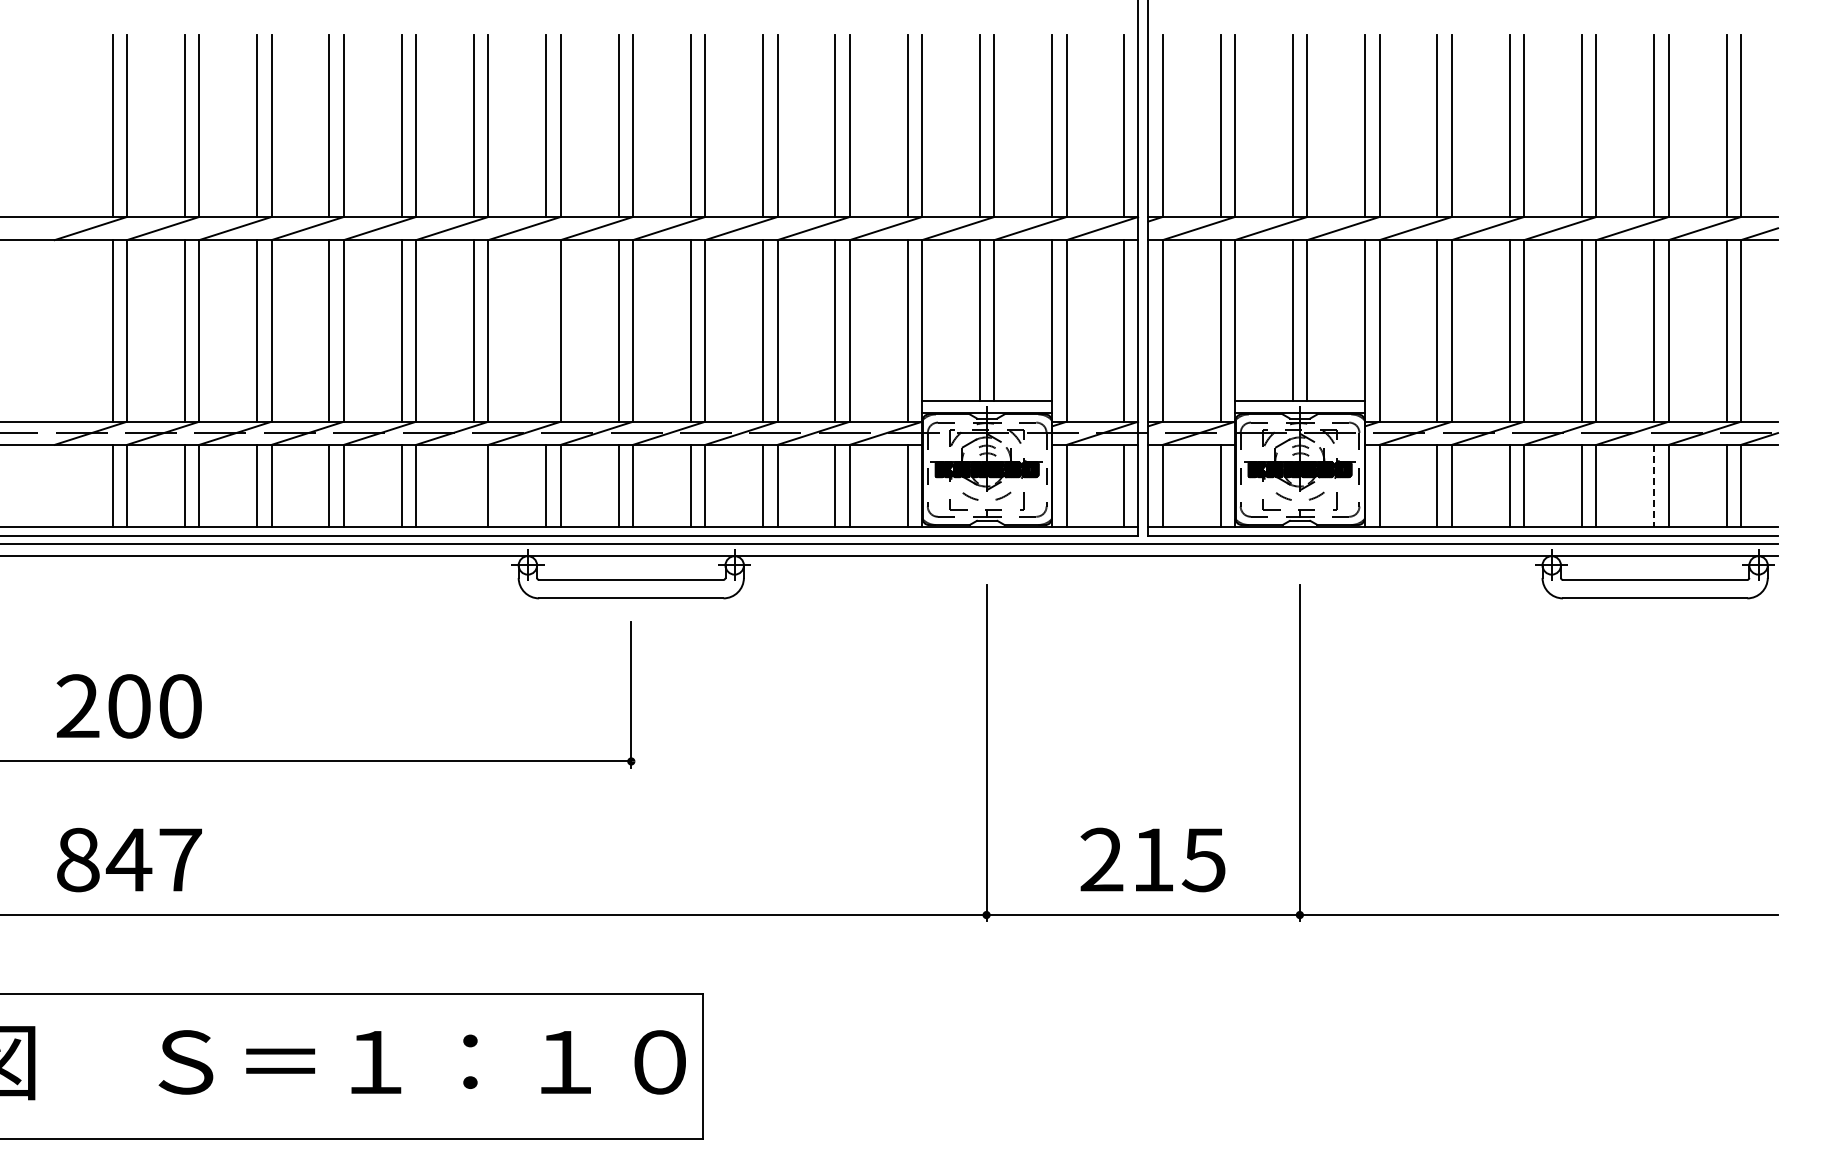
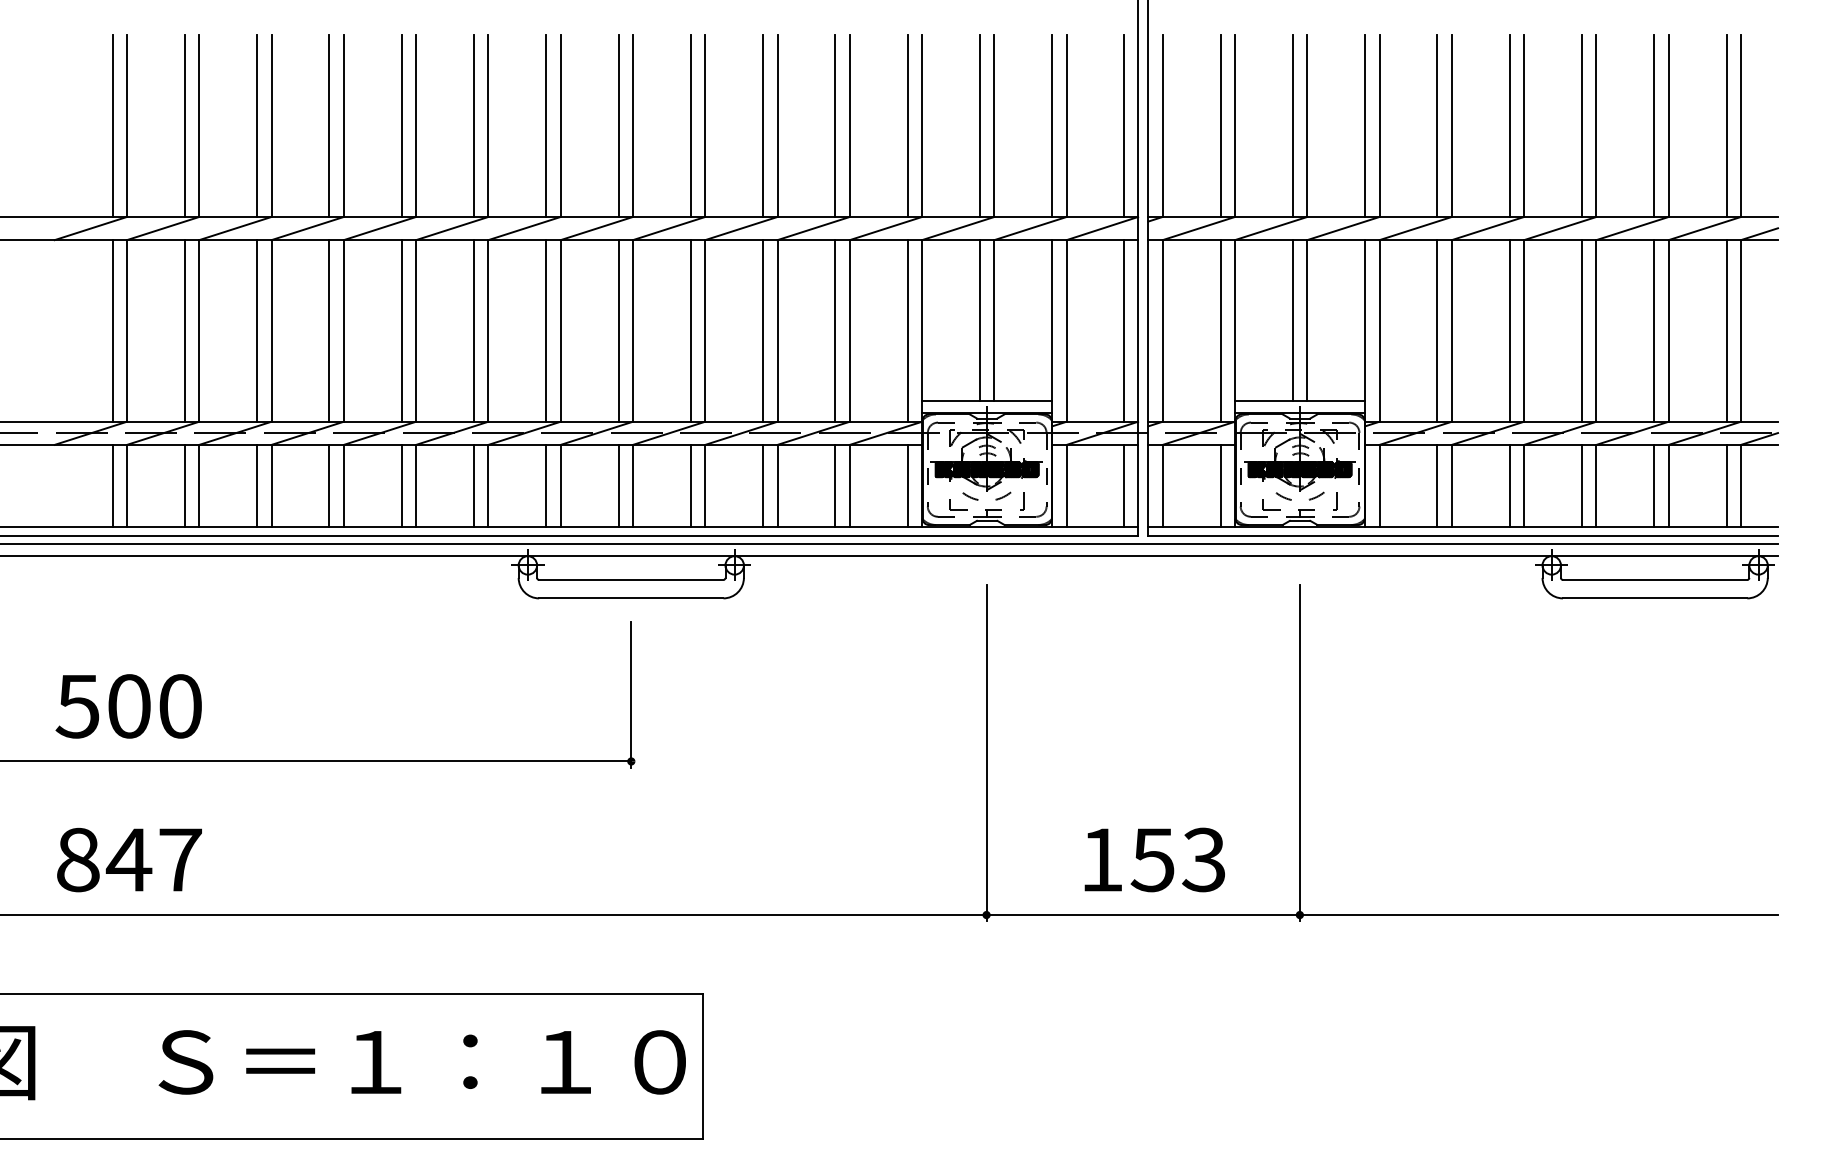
line at (546, 330): none -> present
line at (474, 485): none -> present
line at (1654, 485): dashed -> solid
text at (77, 706): 200 -> 500
text at (1152, 859): 215 -> 153
